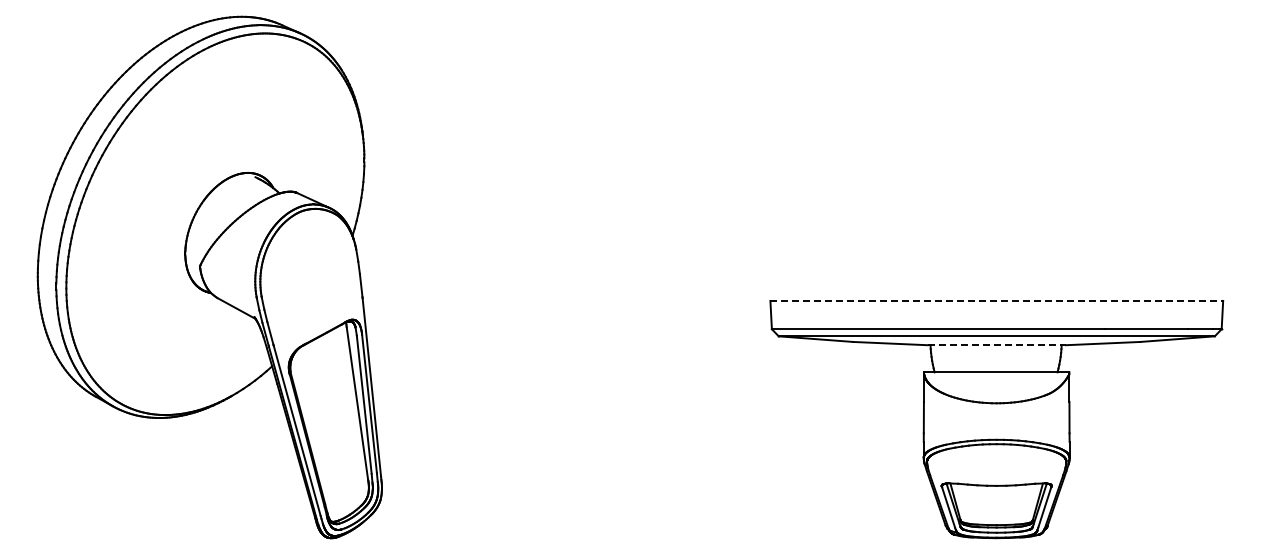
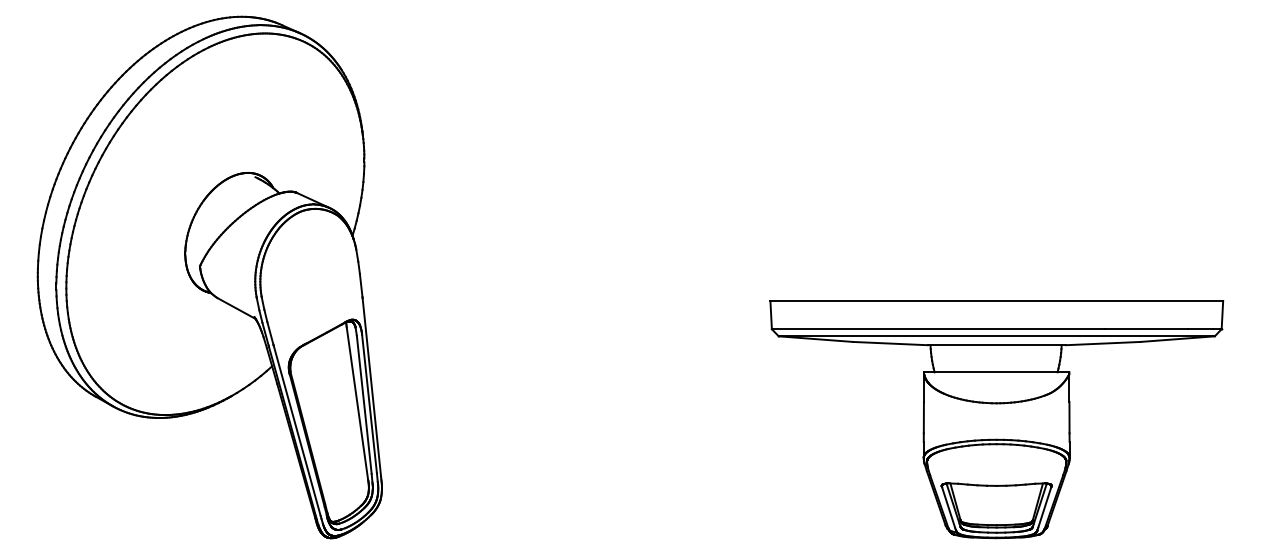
line at (997, 300): dashed -> solid
line at (997, 345): dashed -> solid
